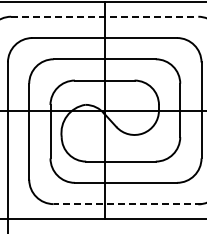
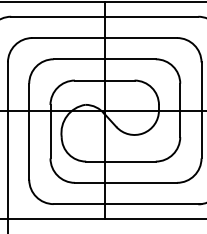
line at (104, 16): dashed -> solid
line at (127, 204): dashed -> solid
